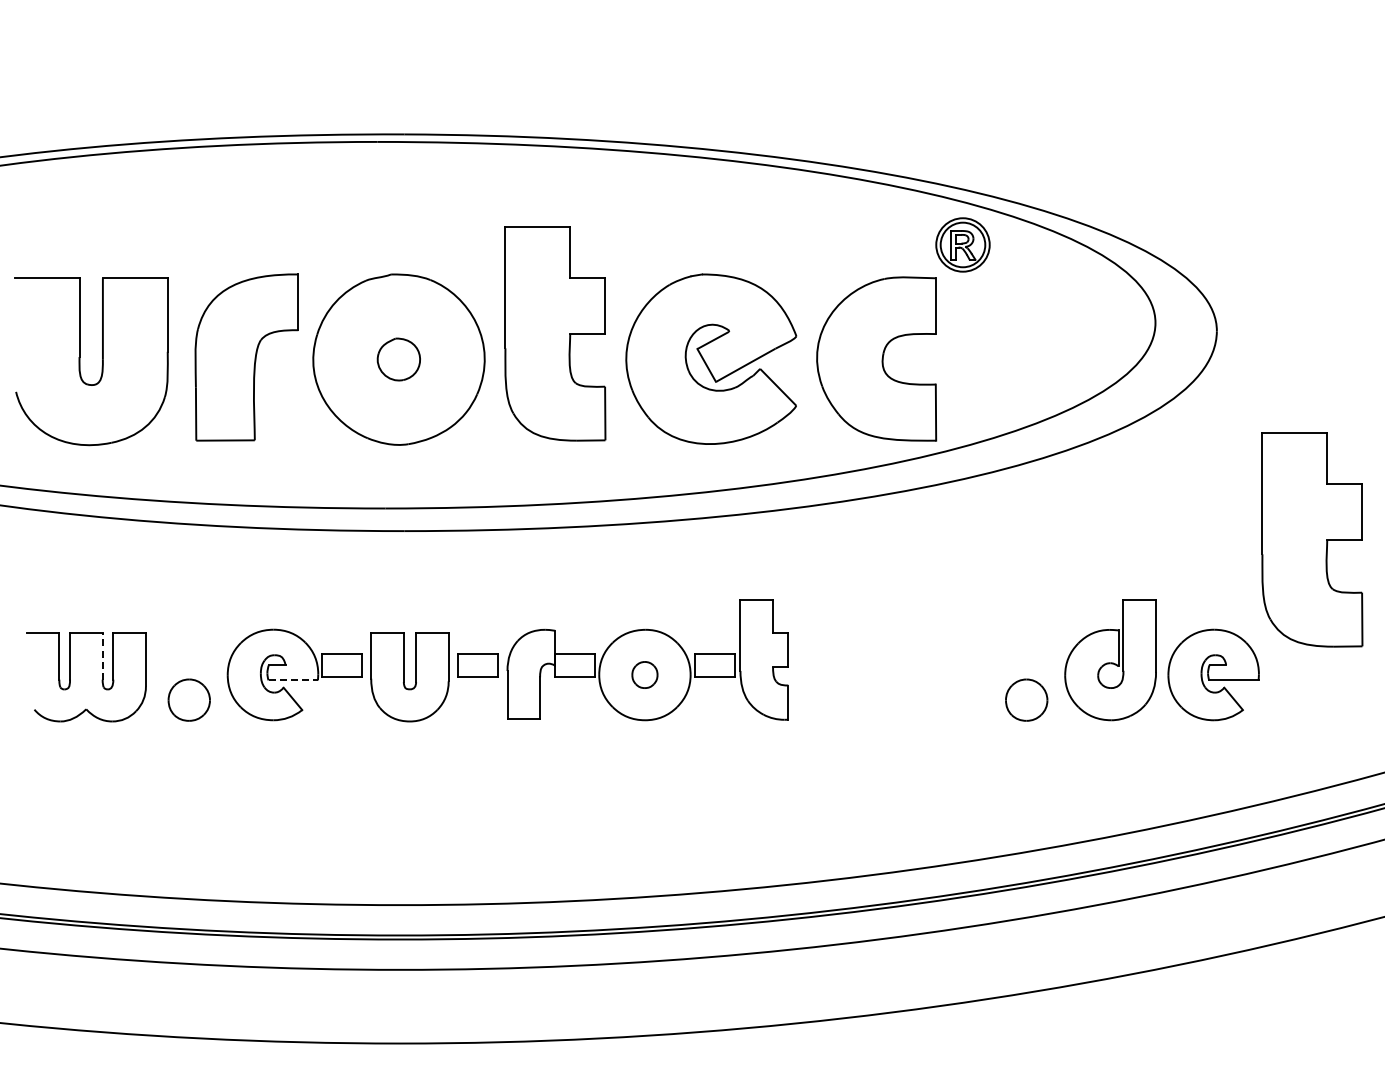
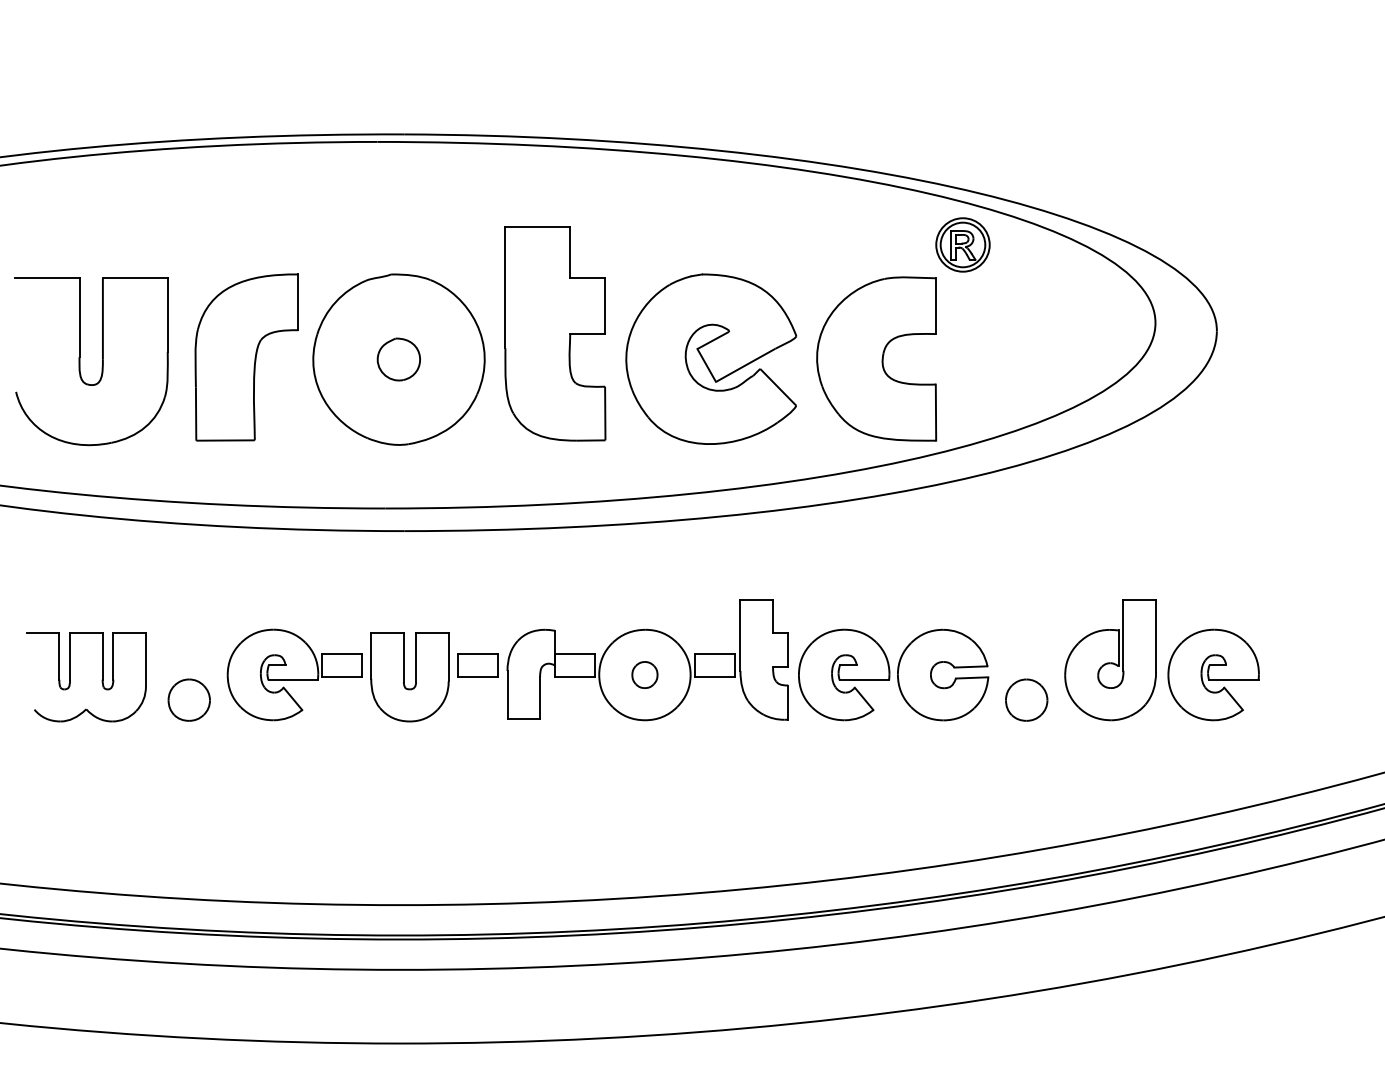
part at (1312, 539): present -> none
line at (102, 655): dashed -> solid
part at (893, 674): none -> present
line at (293, 680): dashed -> solid
